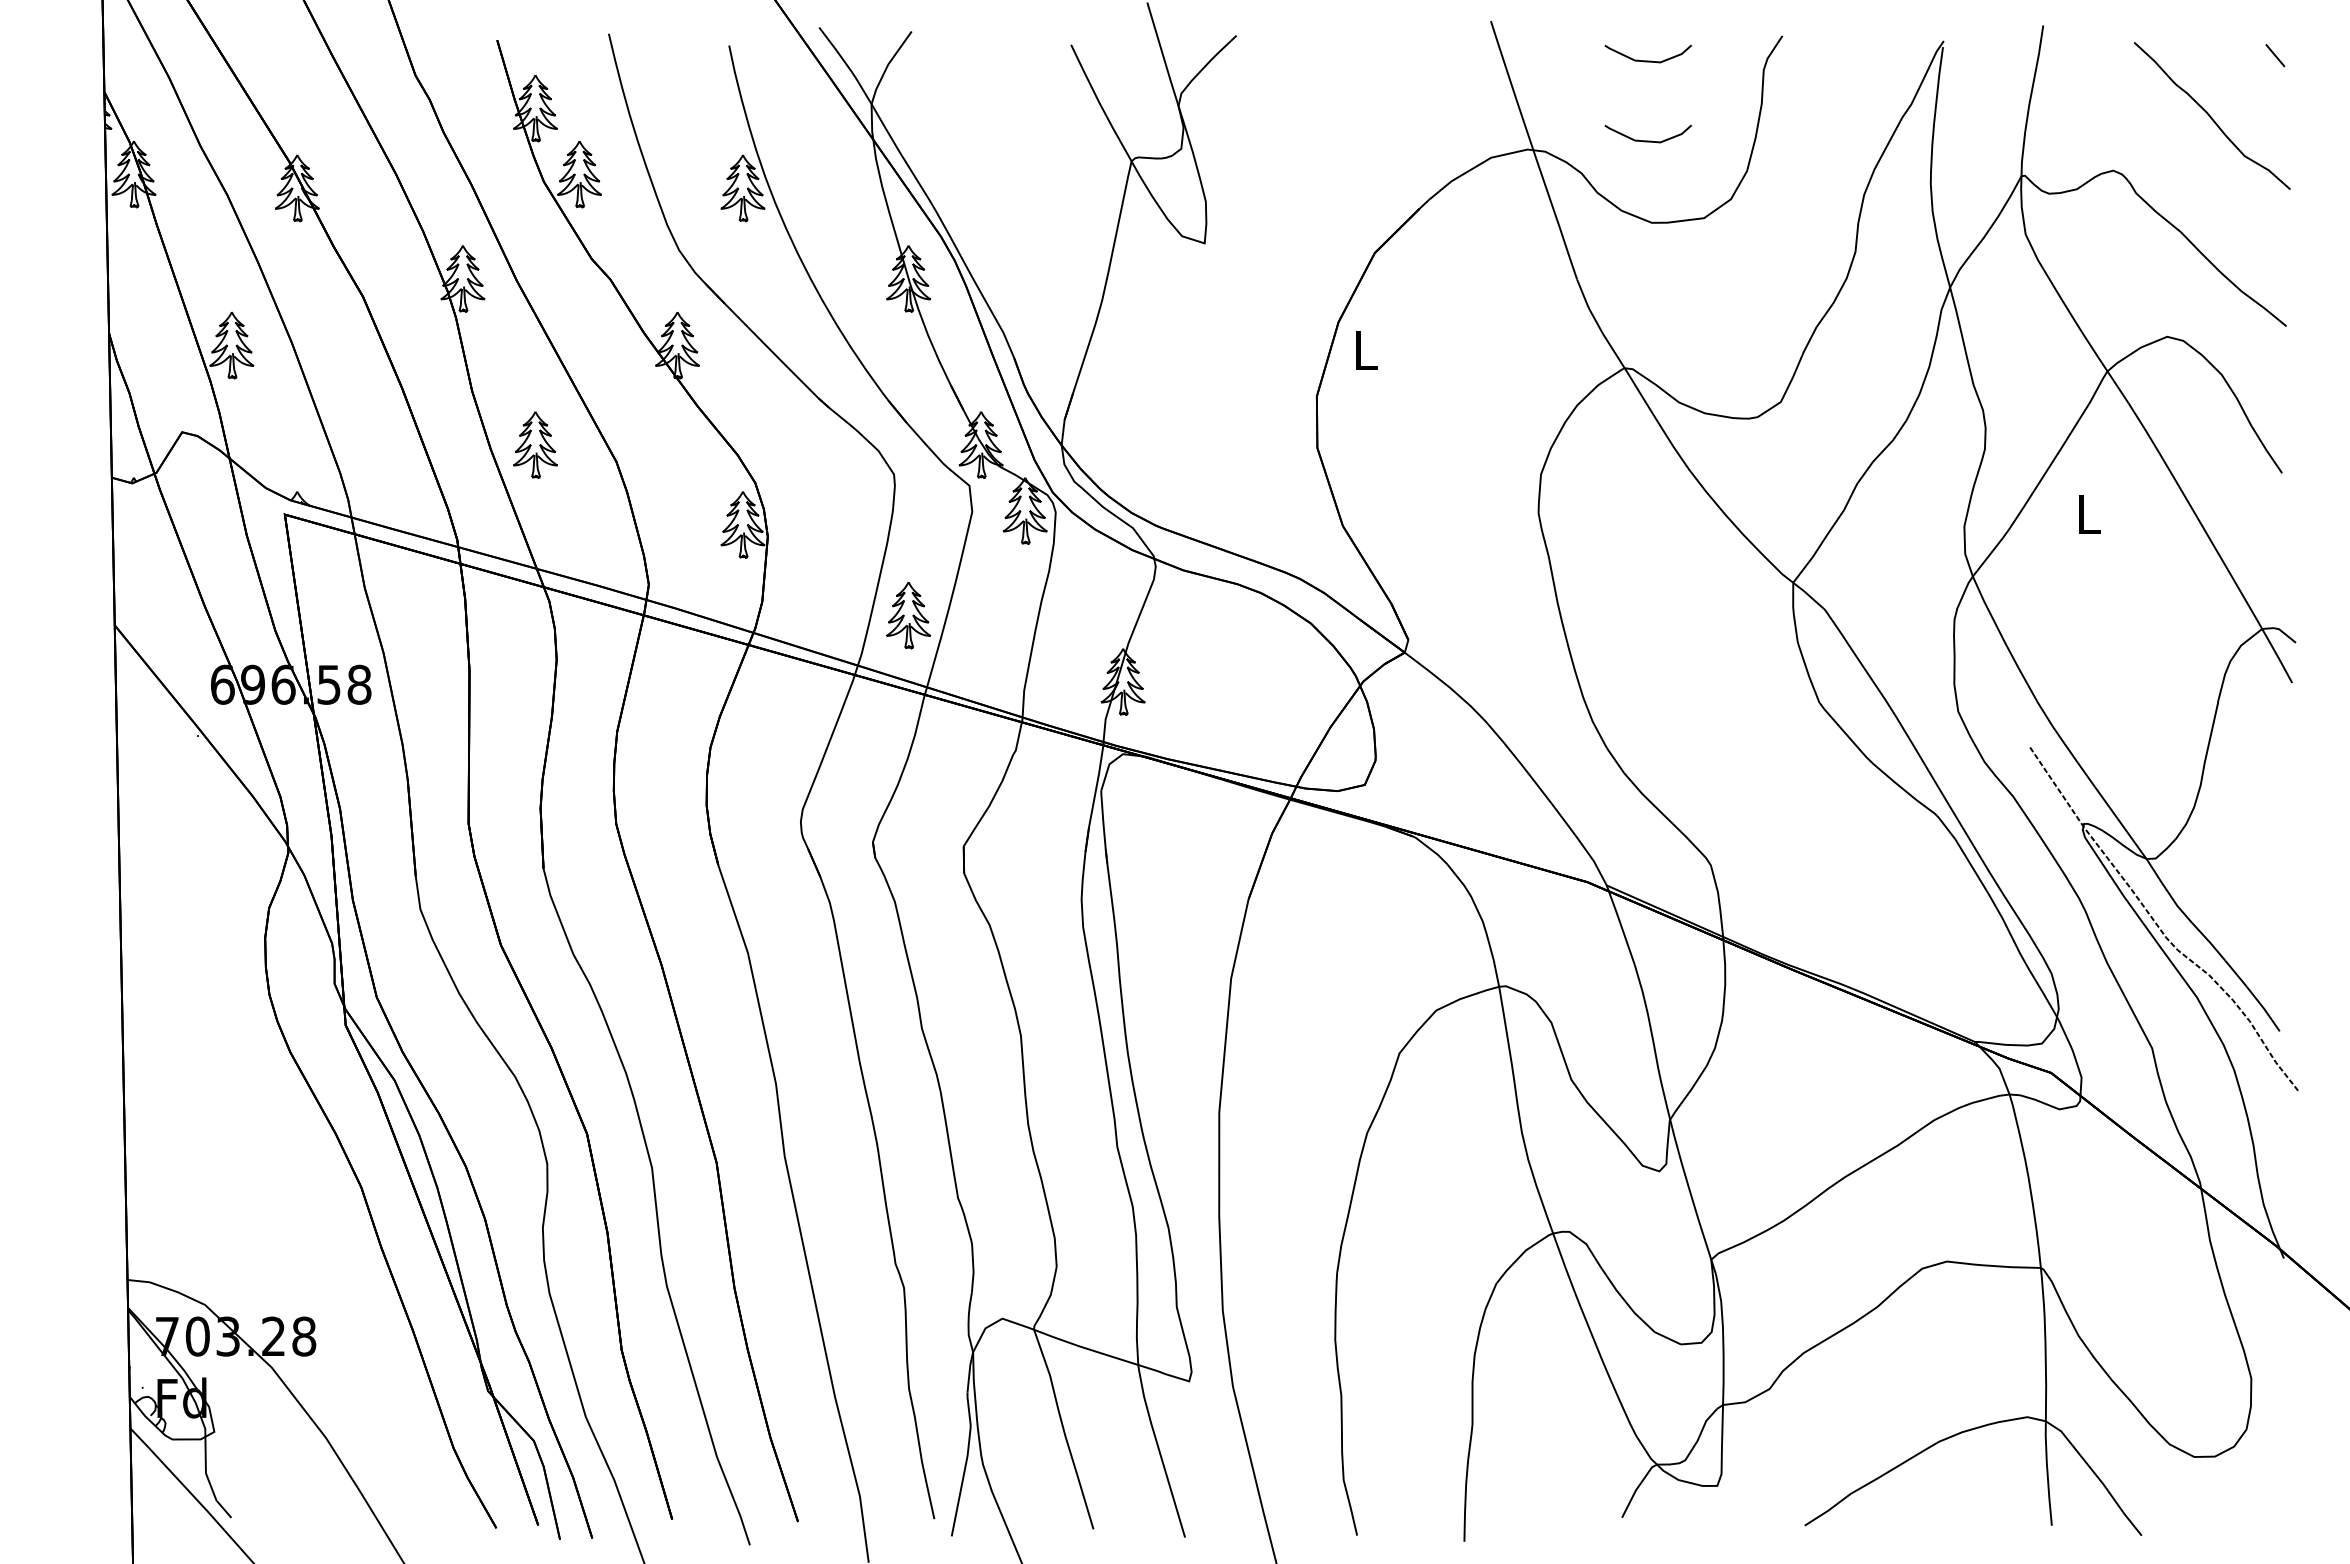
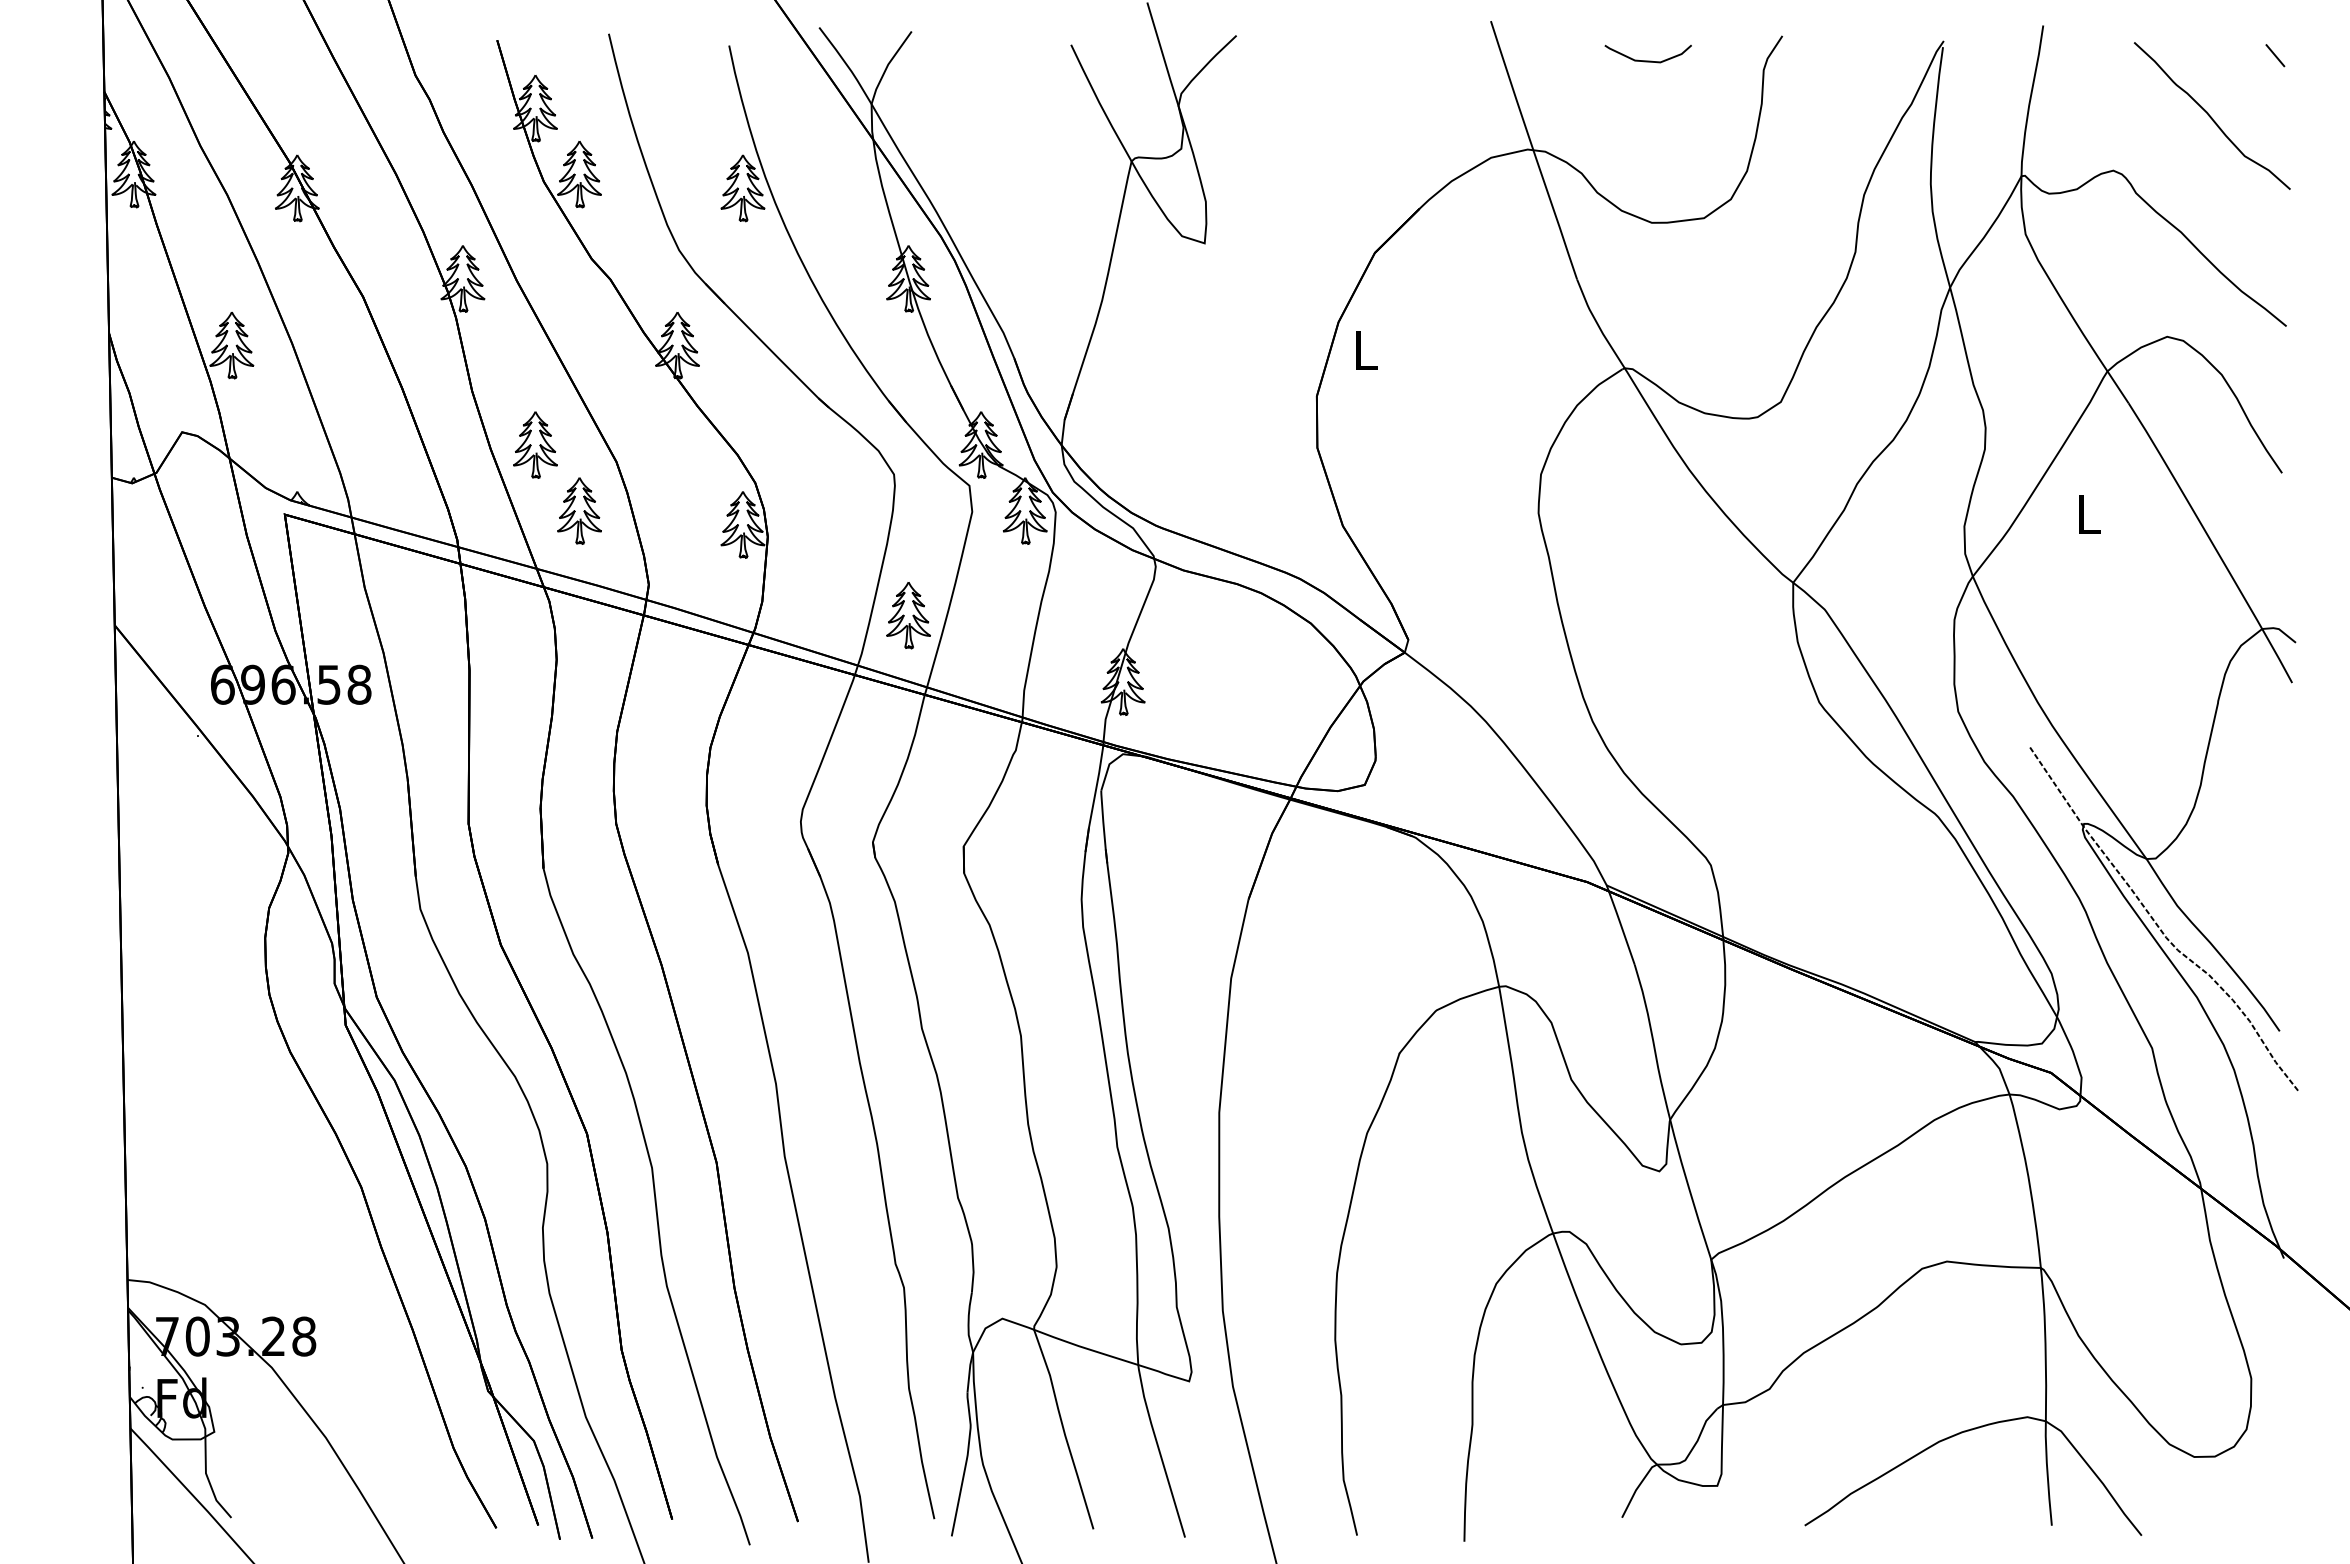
curve at (1647, 140): present -> none
part at (579, 510): none -> present
